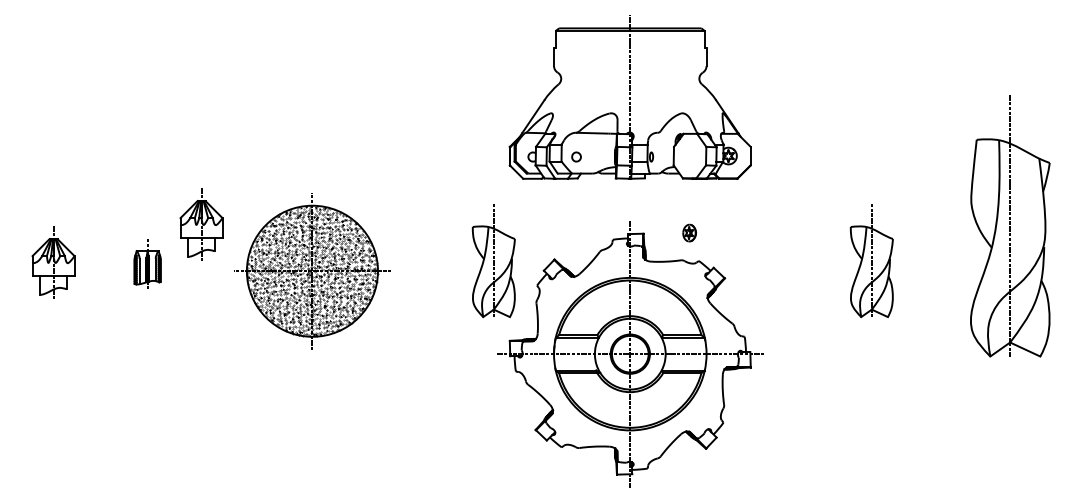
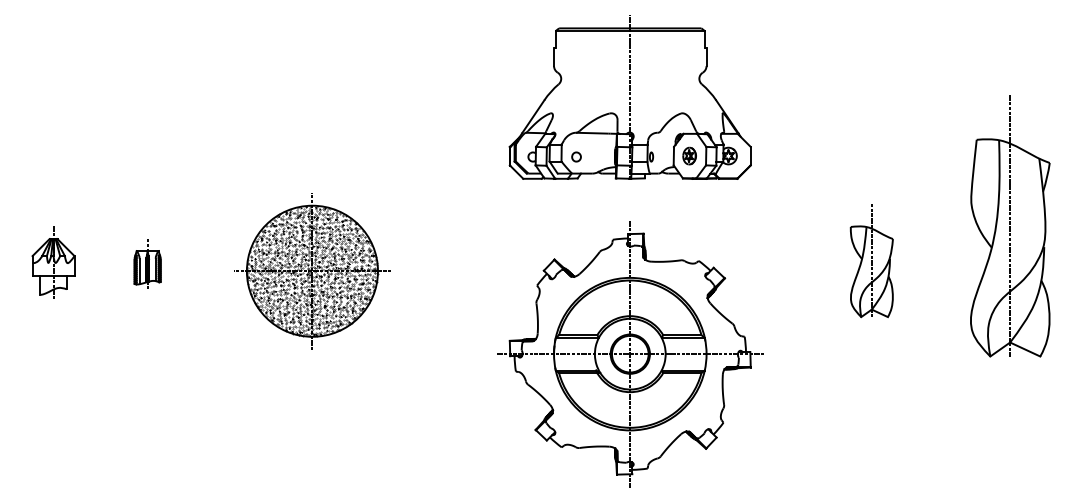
part at (201, 224): present -> none
part at (689, 232) position: (689, 232) -> (689, 155)
part at (493, 261): present -> none
